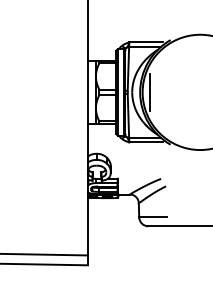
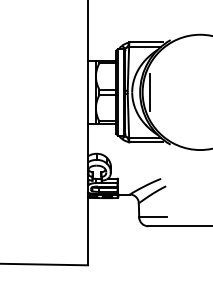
line at (44, 254): present -> none
